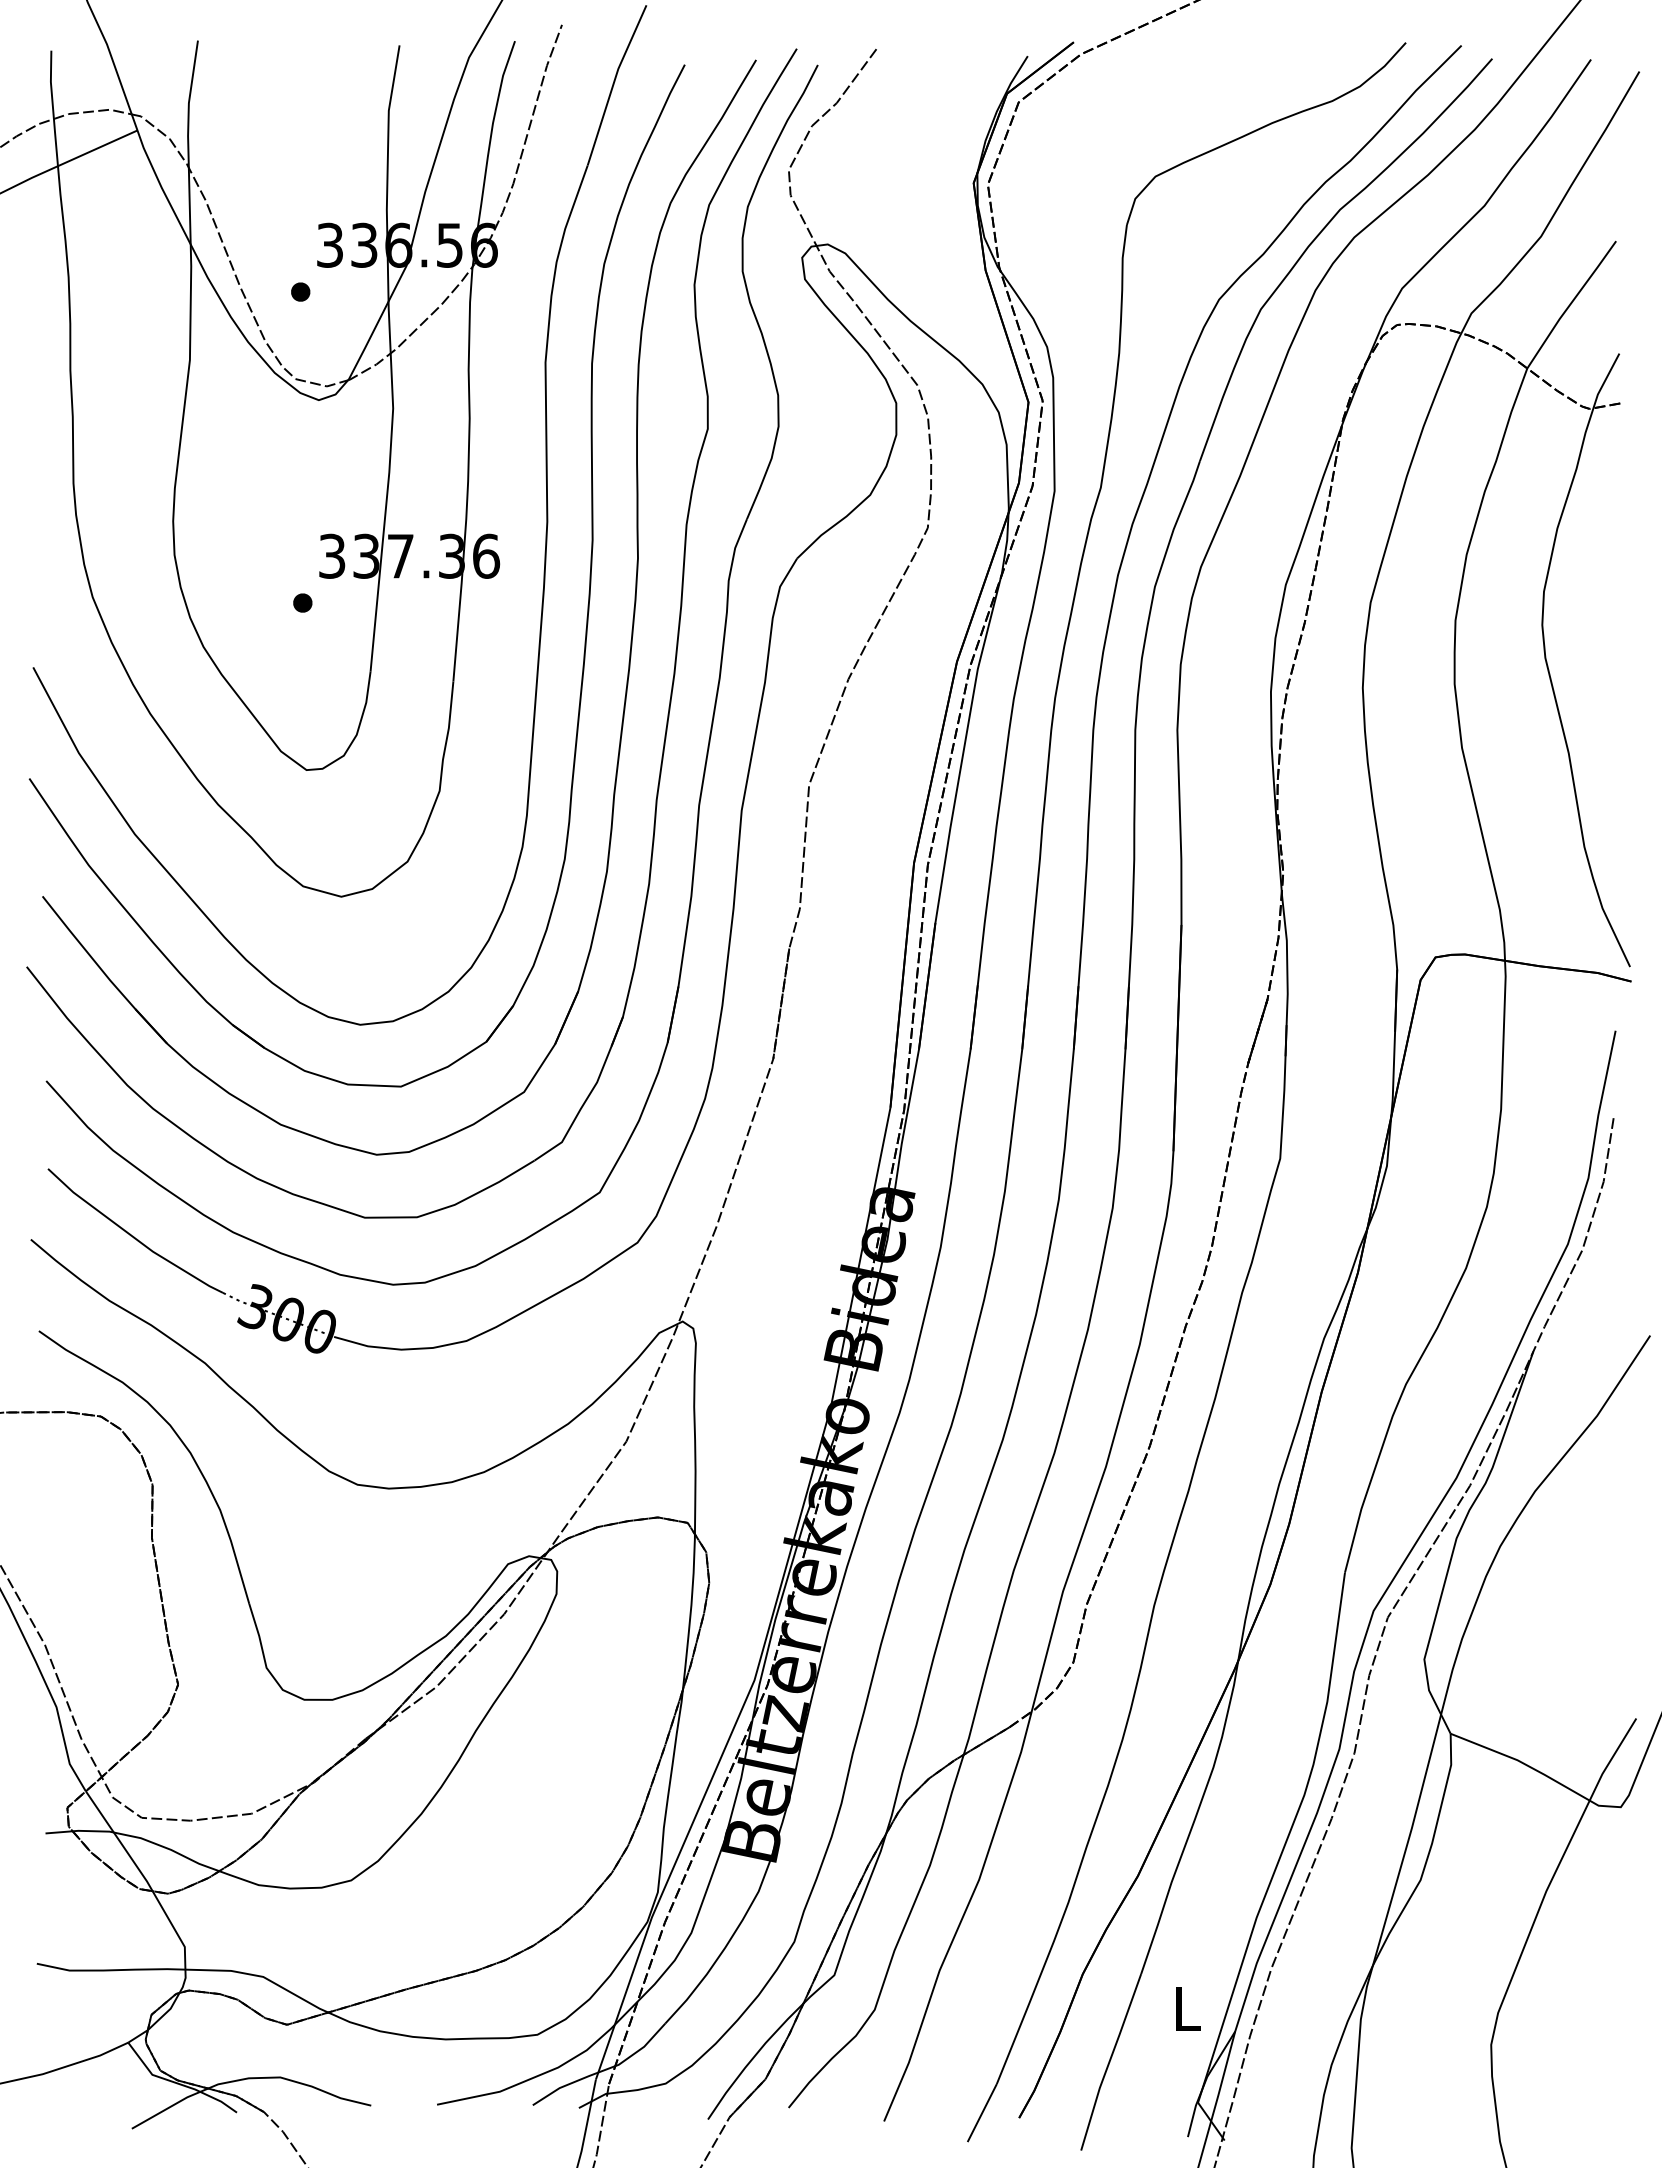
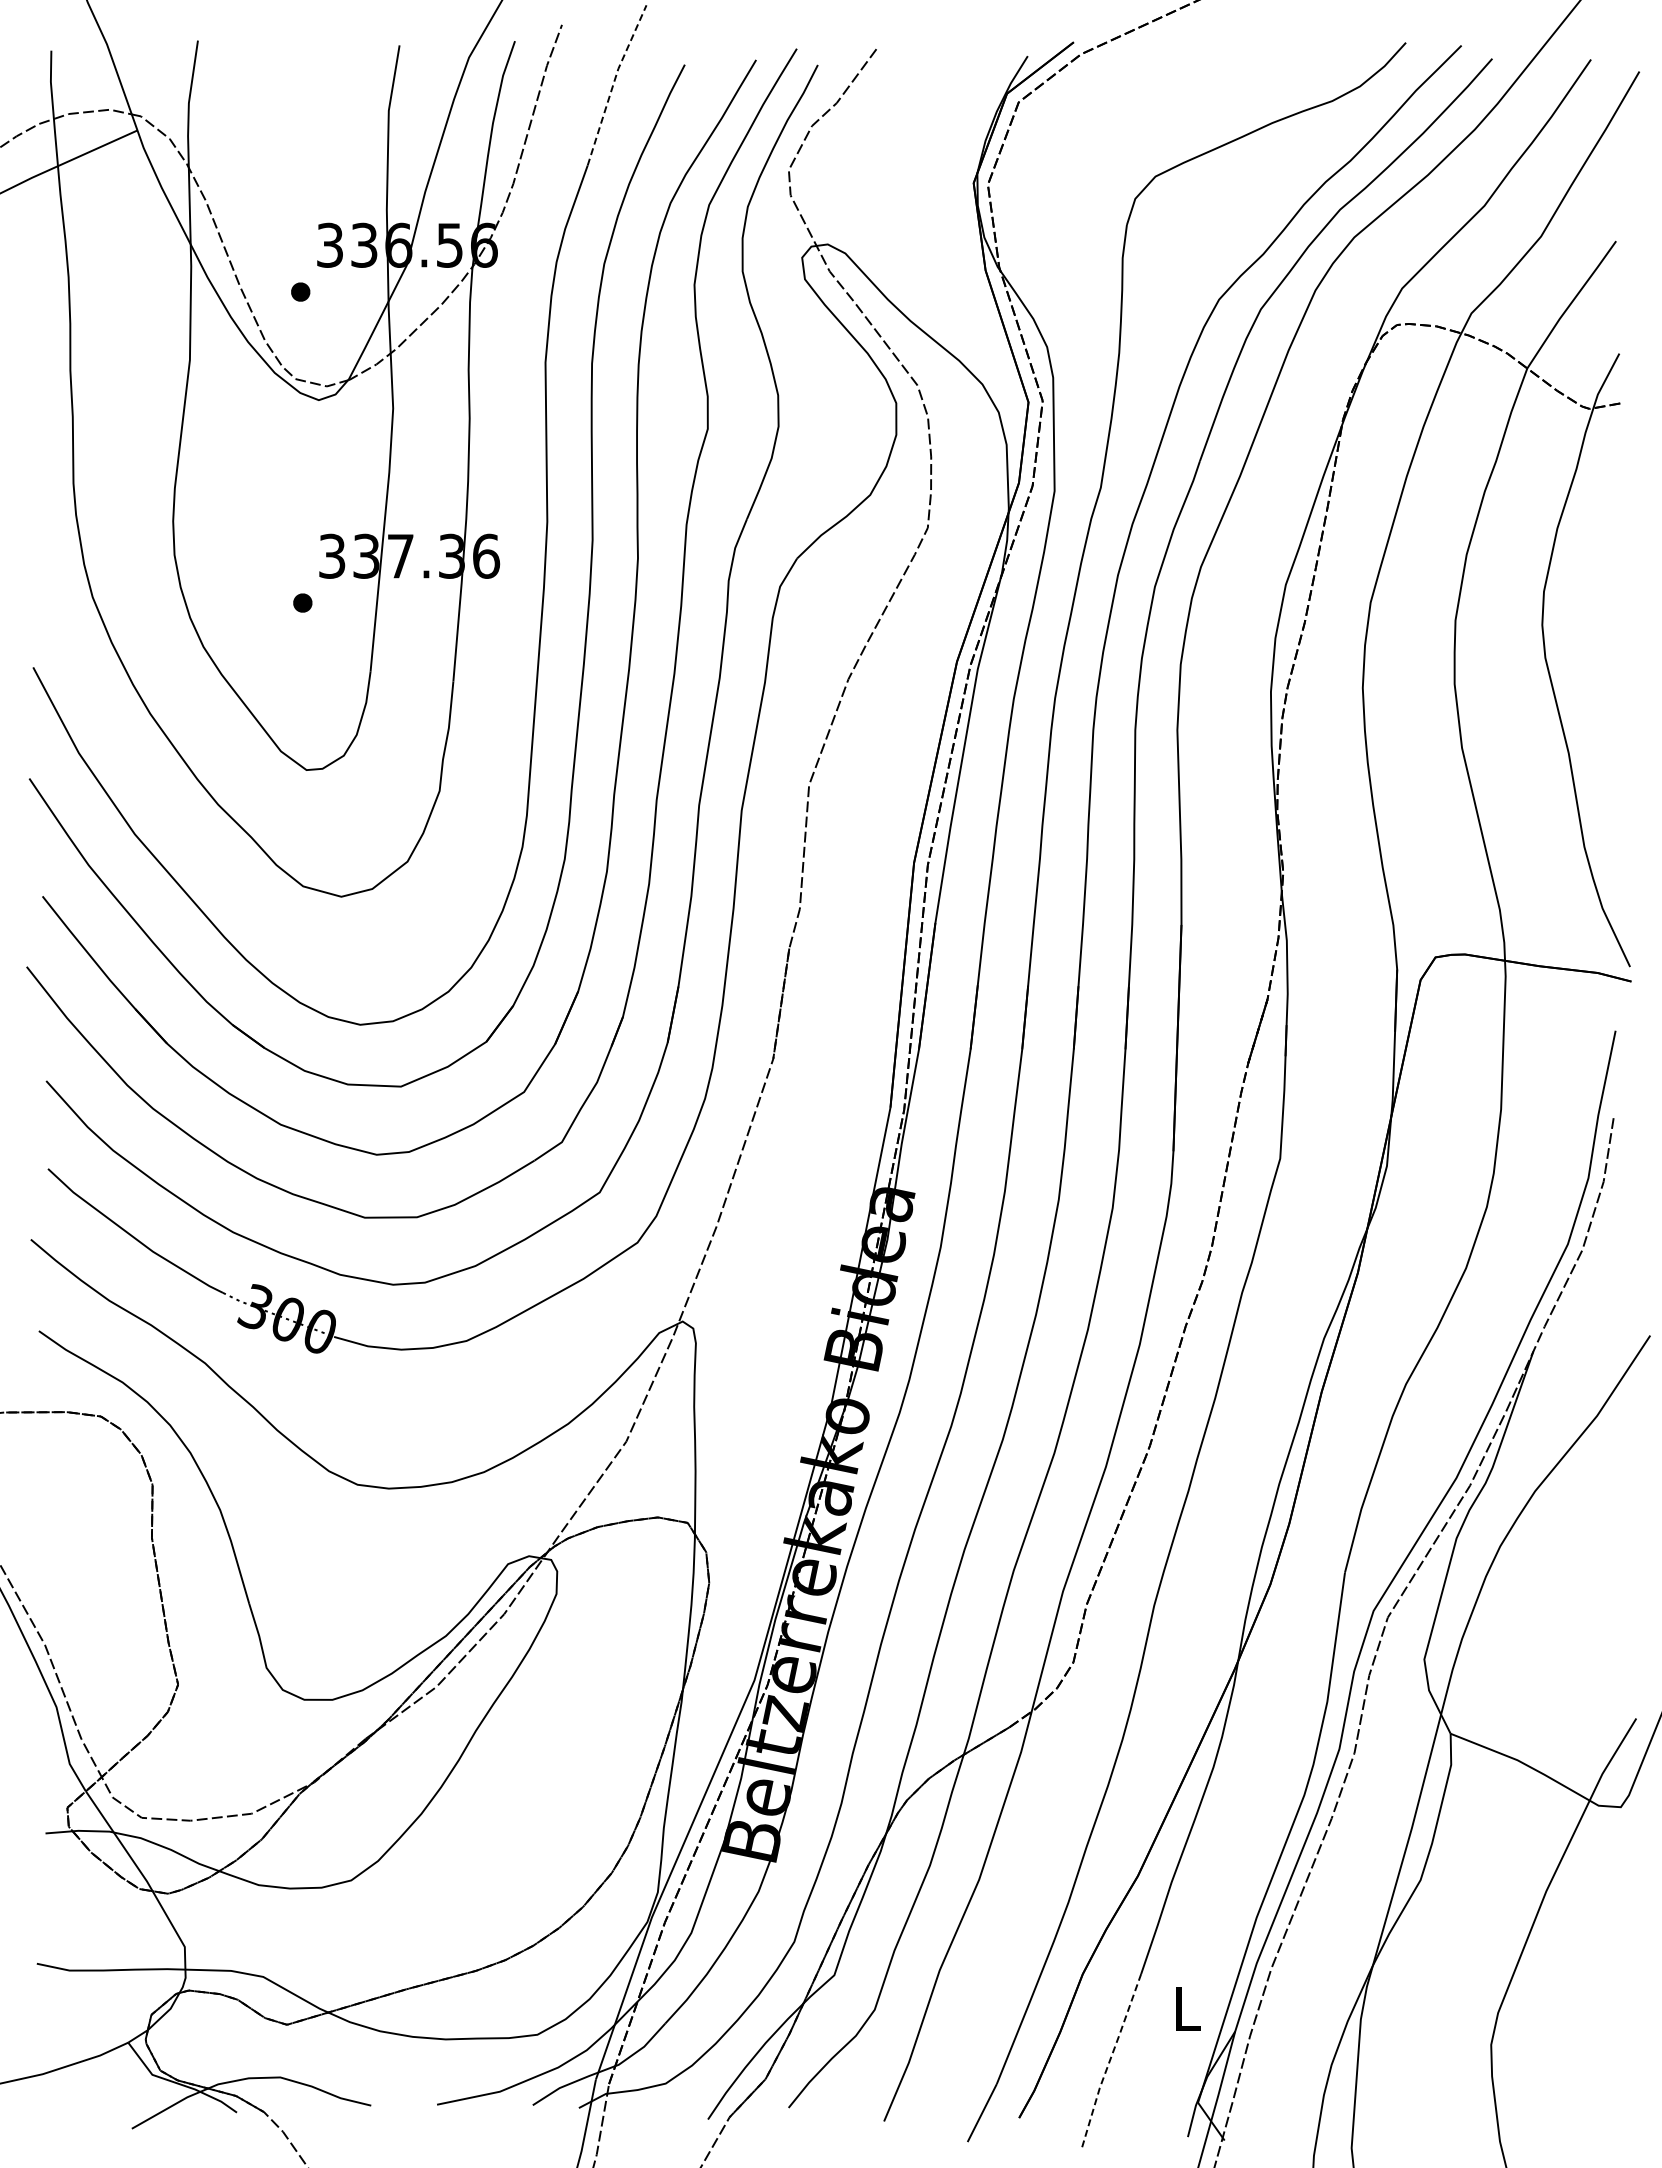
line at (613, 83): solid -> dashed
line at (1109, 2061): solid -> dashed
